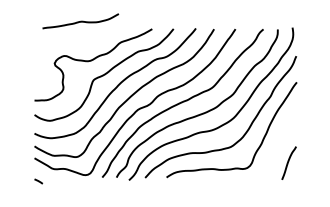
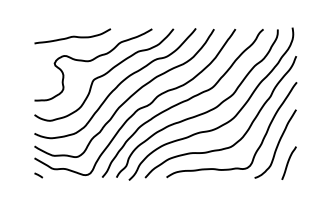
curve at (80, 21) position: (80, 21) -> (72, 36)
curve at (277, 143): none -> present
curve at (38, 181) position: (38, 181) -> (38, 175)
